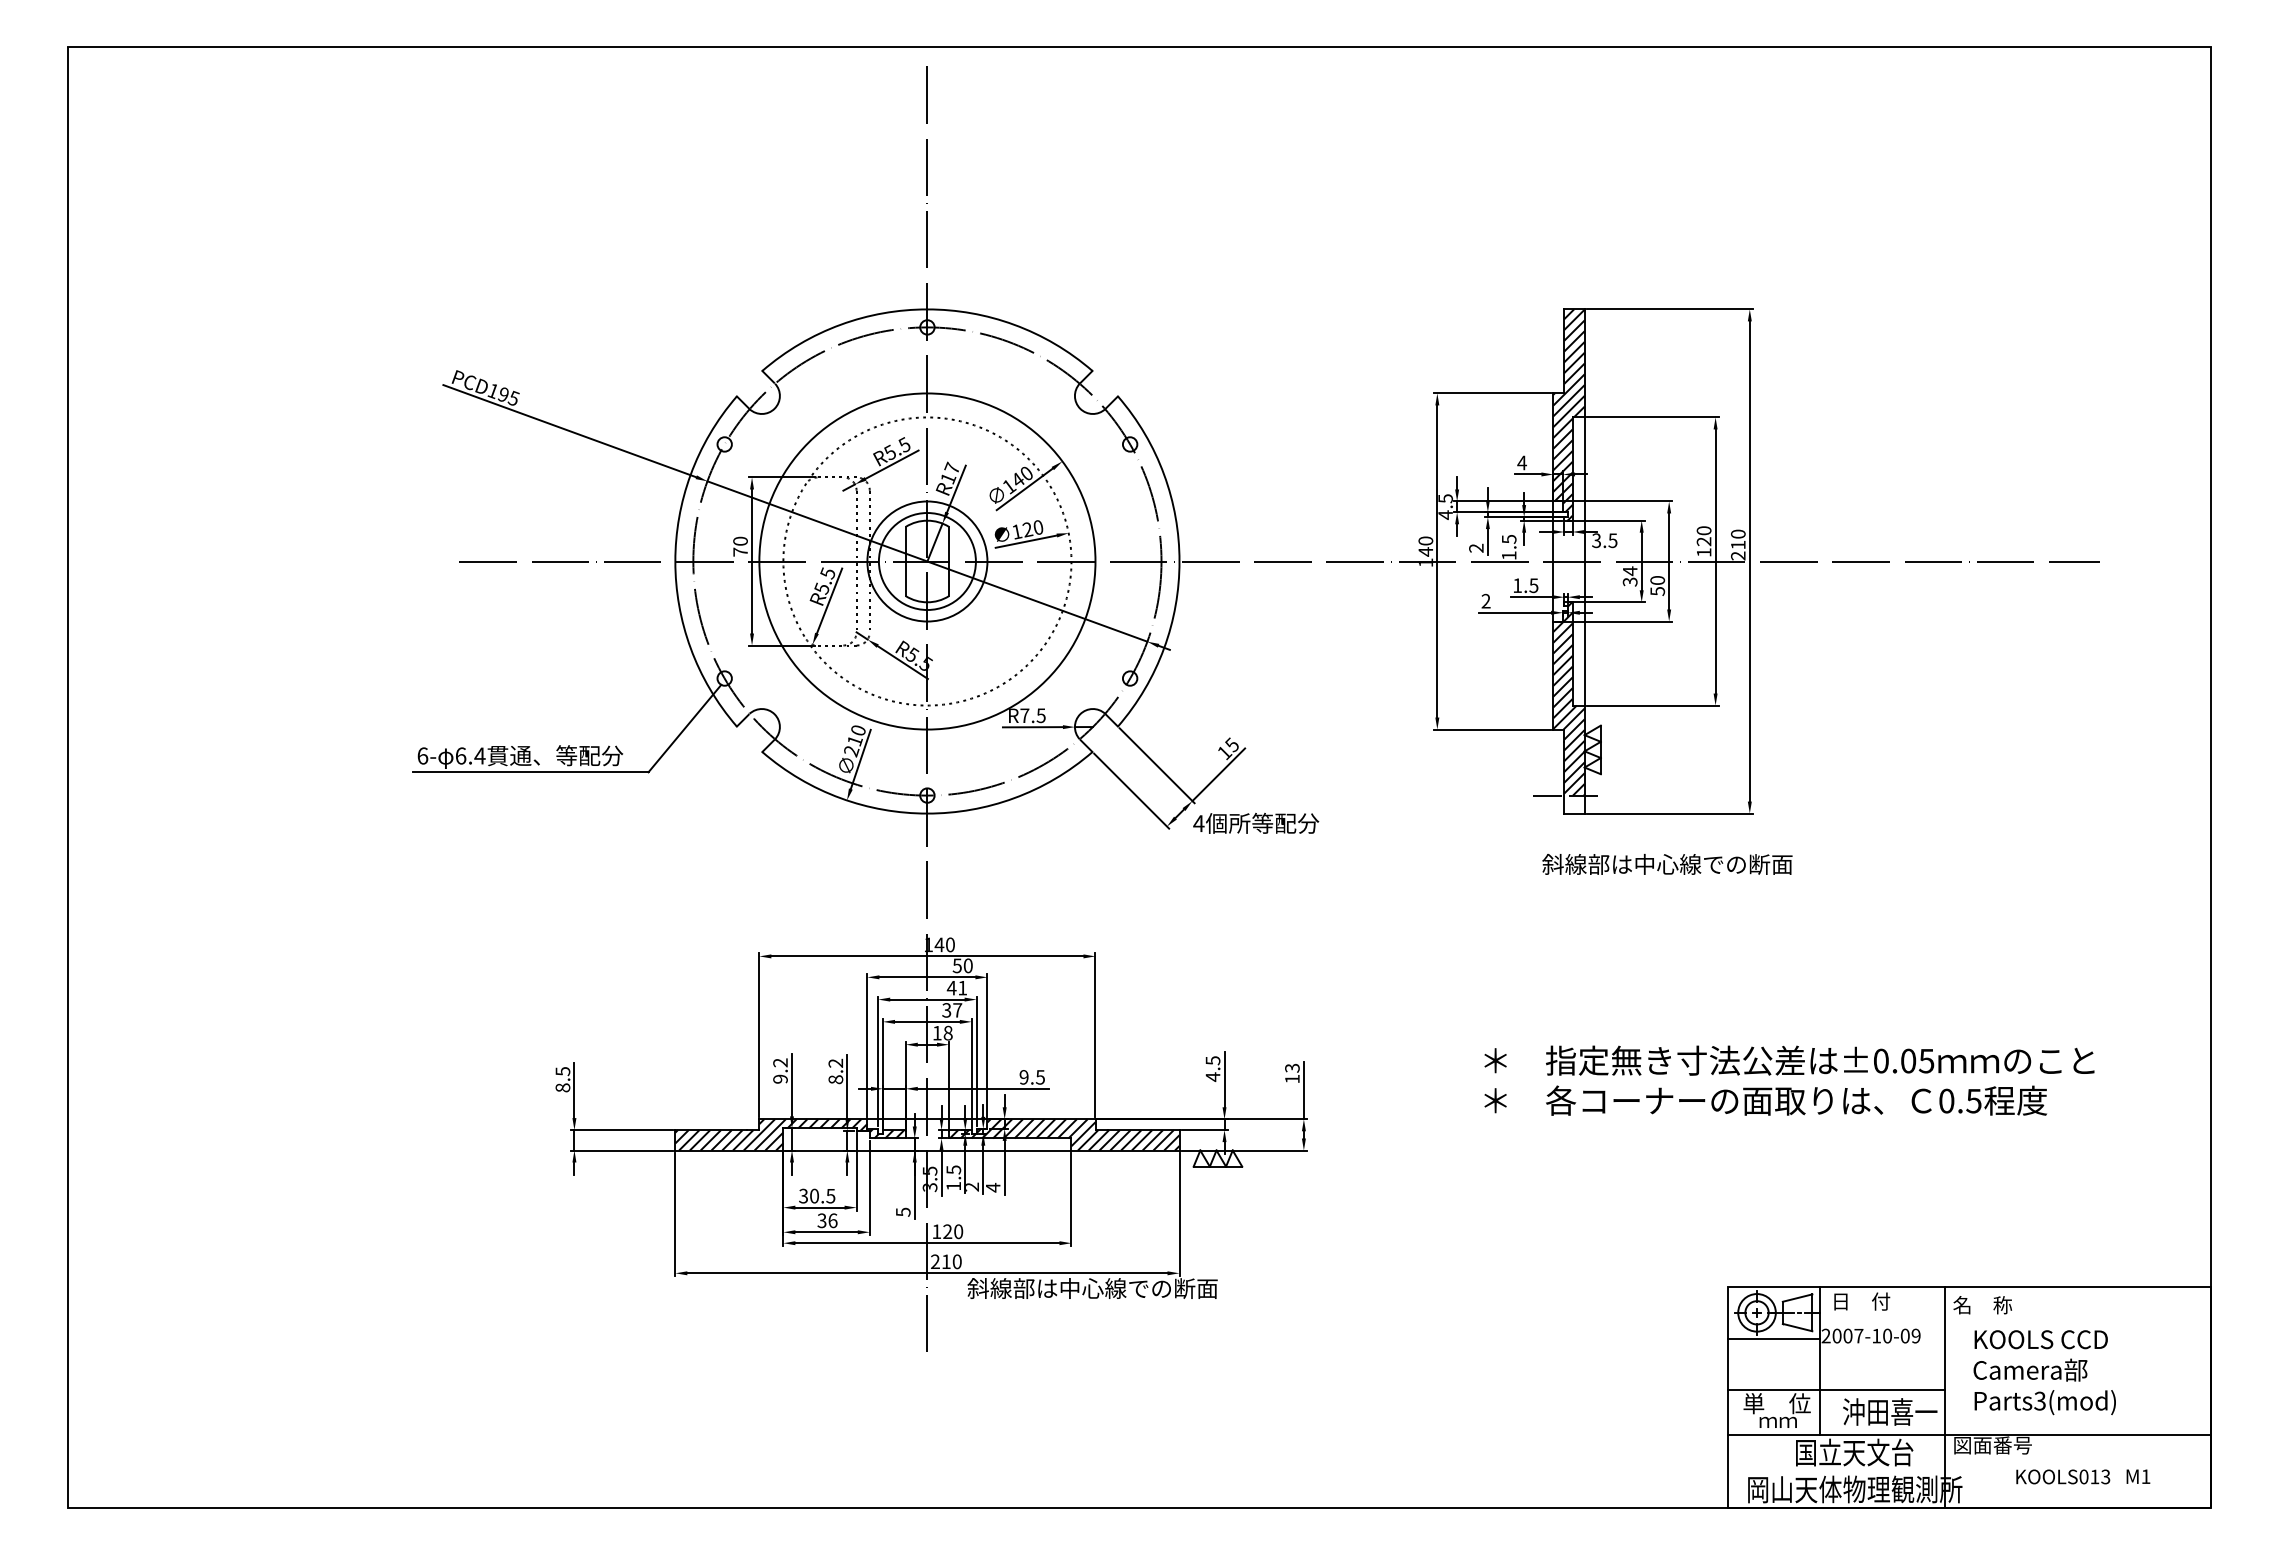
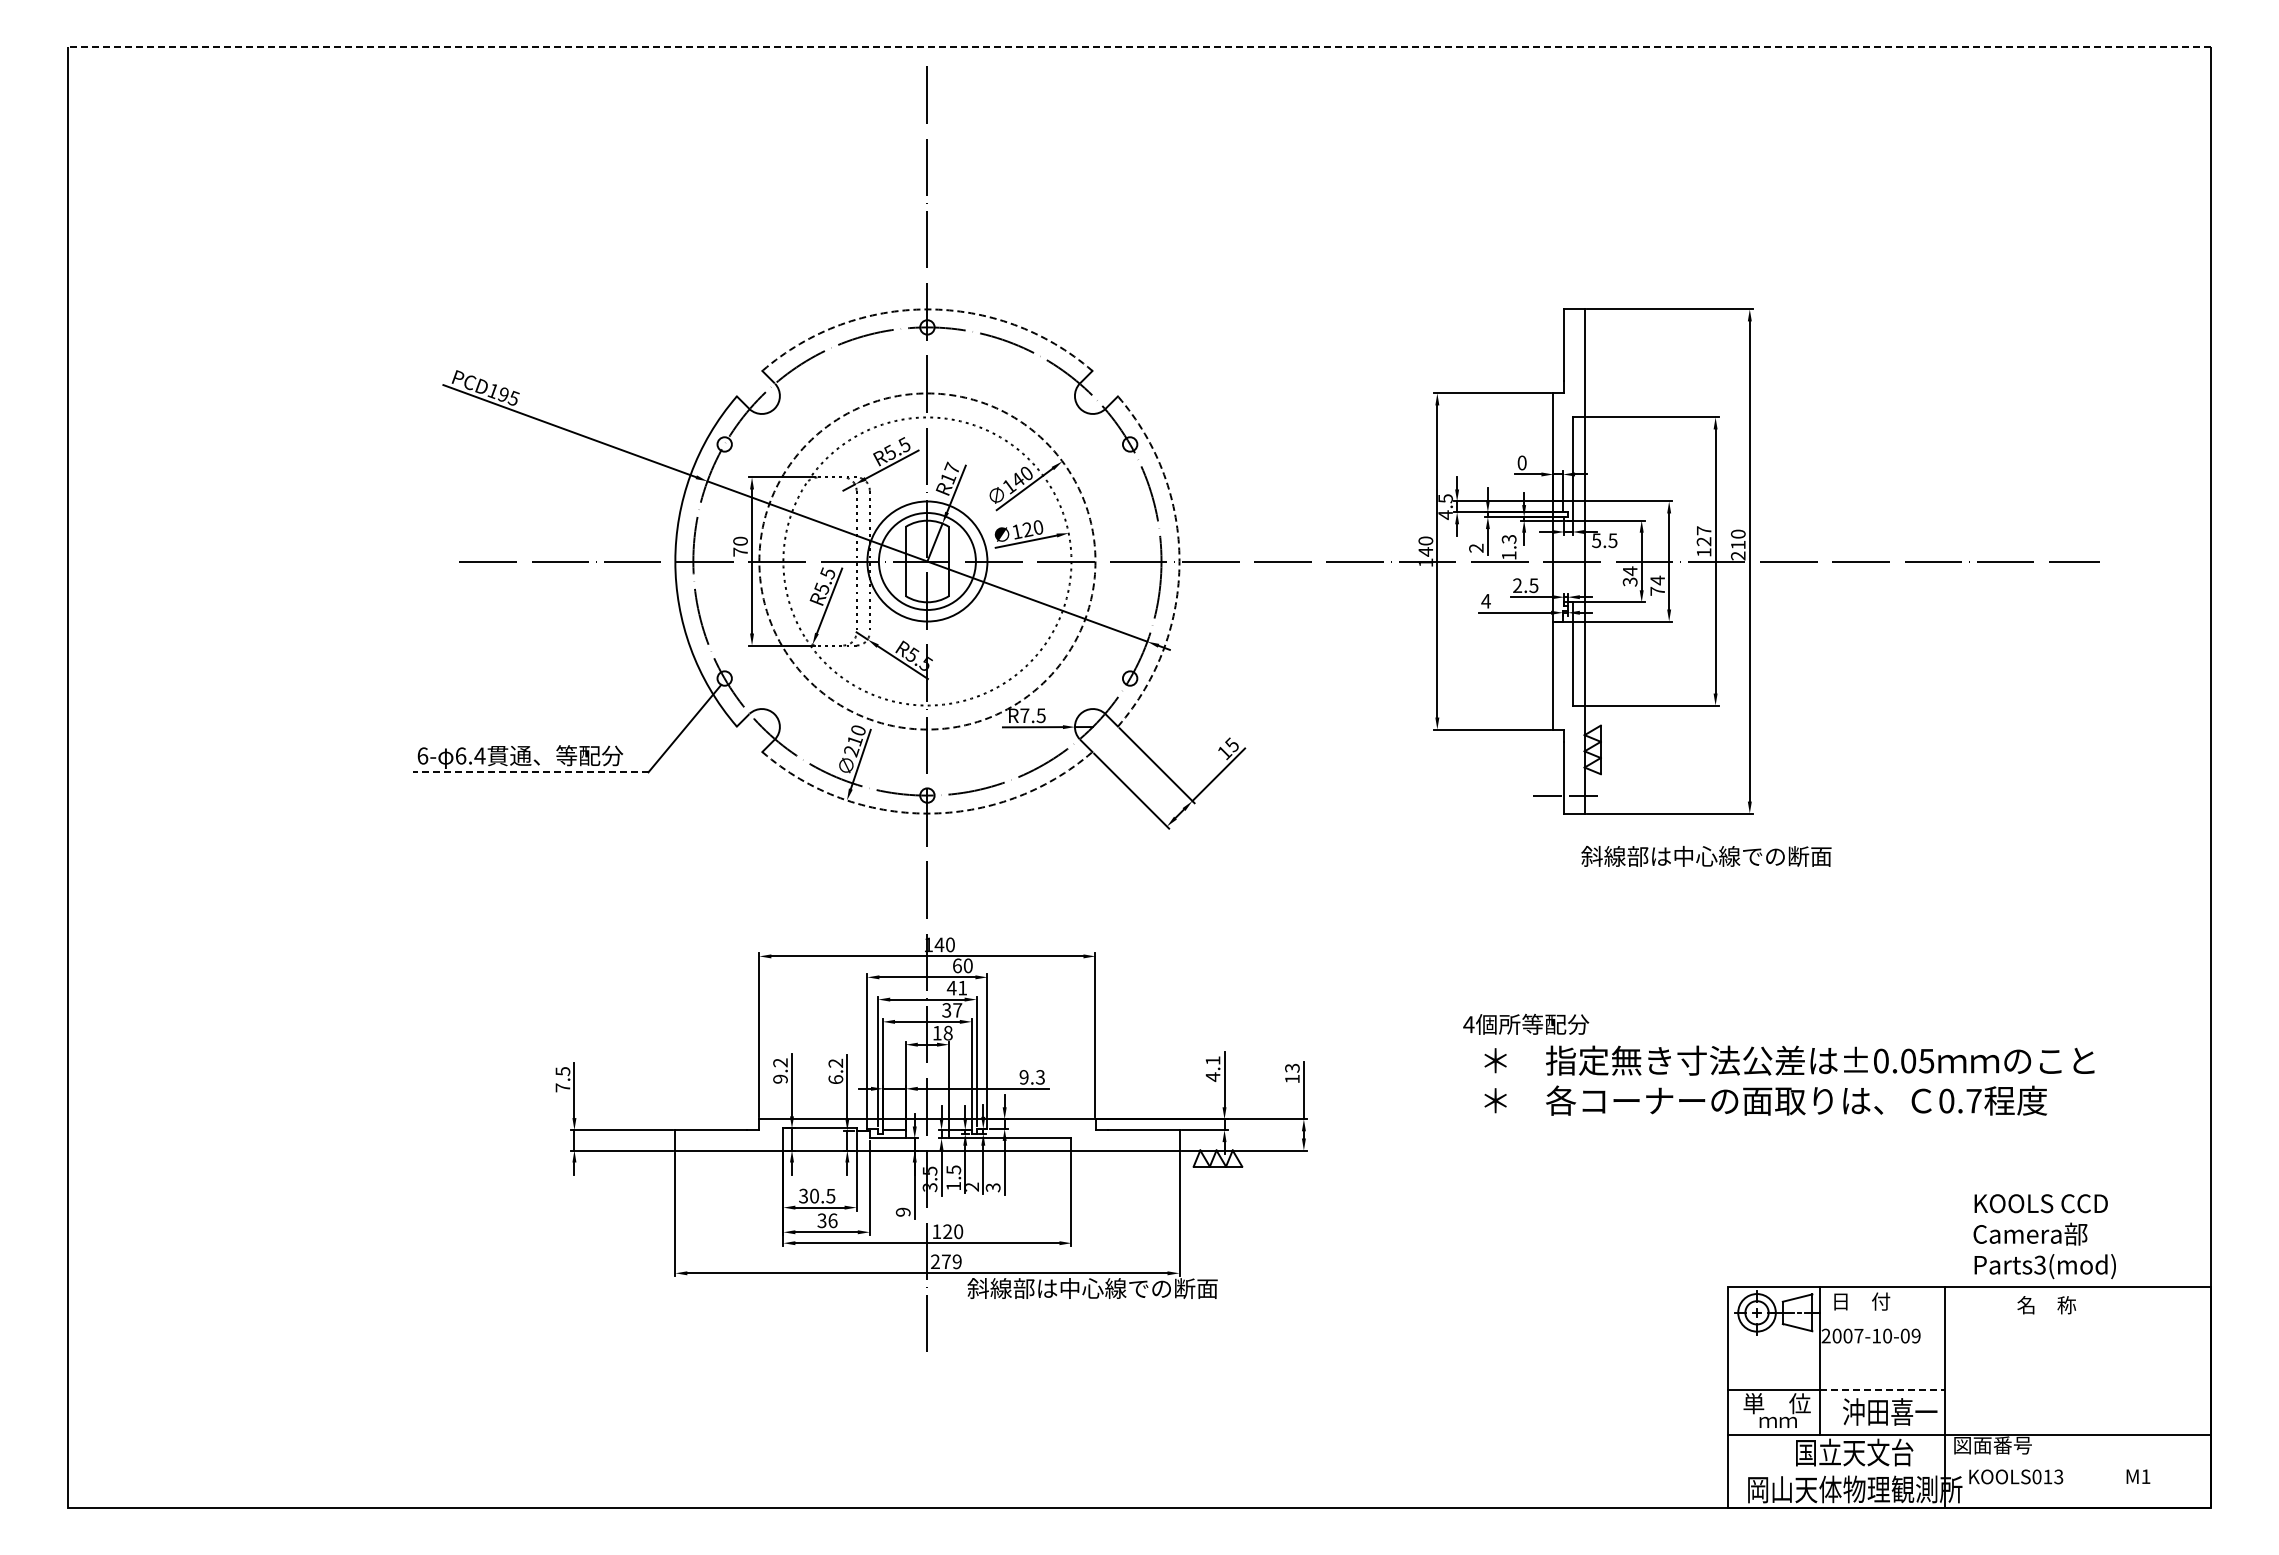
line at (1139, 46): solid -> dashed
arc at (927, 309): solid -> dashed
hatch at (1568, 414): present -> none
text at (1521, 462): 4 -> 0
text at (1703, 530): 120 -> 127
text at (1508, 539): 1.5 -> 1.3
text at (1596, 540): 3.5 -> 5.5
circle at (927, 561): solid -> dashed
arc at (1179, 561): solid -> dashed
text at (1517, 585): 1.5 -> 2.5
text at (1657, 585): 50 -> 74
text at (1485, 600): 2 -> 4
hatch at (1568, 698): present -> none
line at (530, 772): solid -> dashed
arc at (927, 813): solid -> dashed
text at (1256, 822) position: (1256, 822) -> (1526, 1023)
text at (1667, 864) position: (1667, 864) -> (1706, 856)
text at (956, 965): 50 -> 60
text at (1212, 1060): 4.5 -> 4.1
text at (1040, 1077): 9.5 -> 9.3
text at (835, 1079): 8.2 -> 6.2
text at (562, 1087): 8.5 -> 7.5
text at (1973, 1101): 0.5 -> 0.7
hatch at (789, 1134): present -> none
hatch at (1064, 1134): present -> none
text at (992, 1187): 4 -> 3
text at (902, 1211): 5 -> 9
text at (951, 1261): 210 -> 279
text at (1982, 1305) position: (1982, 1305) -> (2046, 1305)
line at (1773, 1338): present -> none
text at (2044, 1372) position: (2044, 1372) -> (2044, 1236)
line at (1882, 1390): solid -> dashed
text at (2063, 1476) position: (2063, 1476) -> (2016, 1476)
